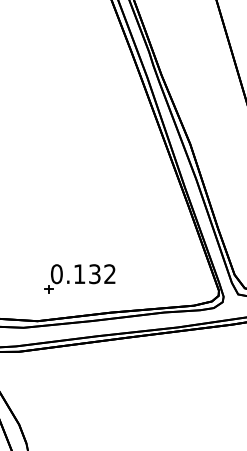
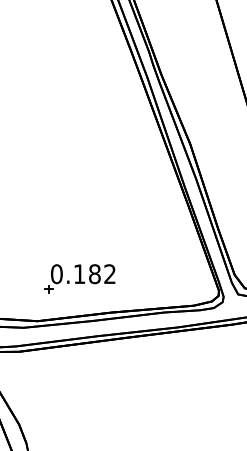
text at (94, 274): 0.132 -> 0.182
